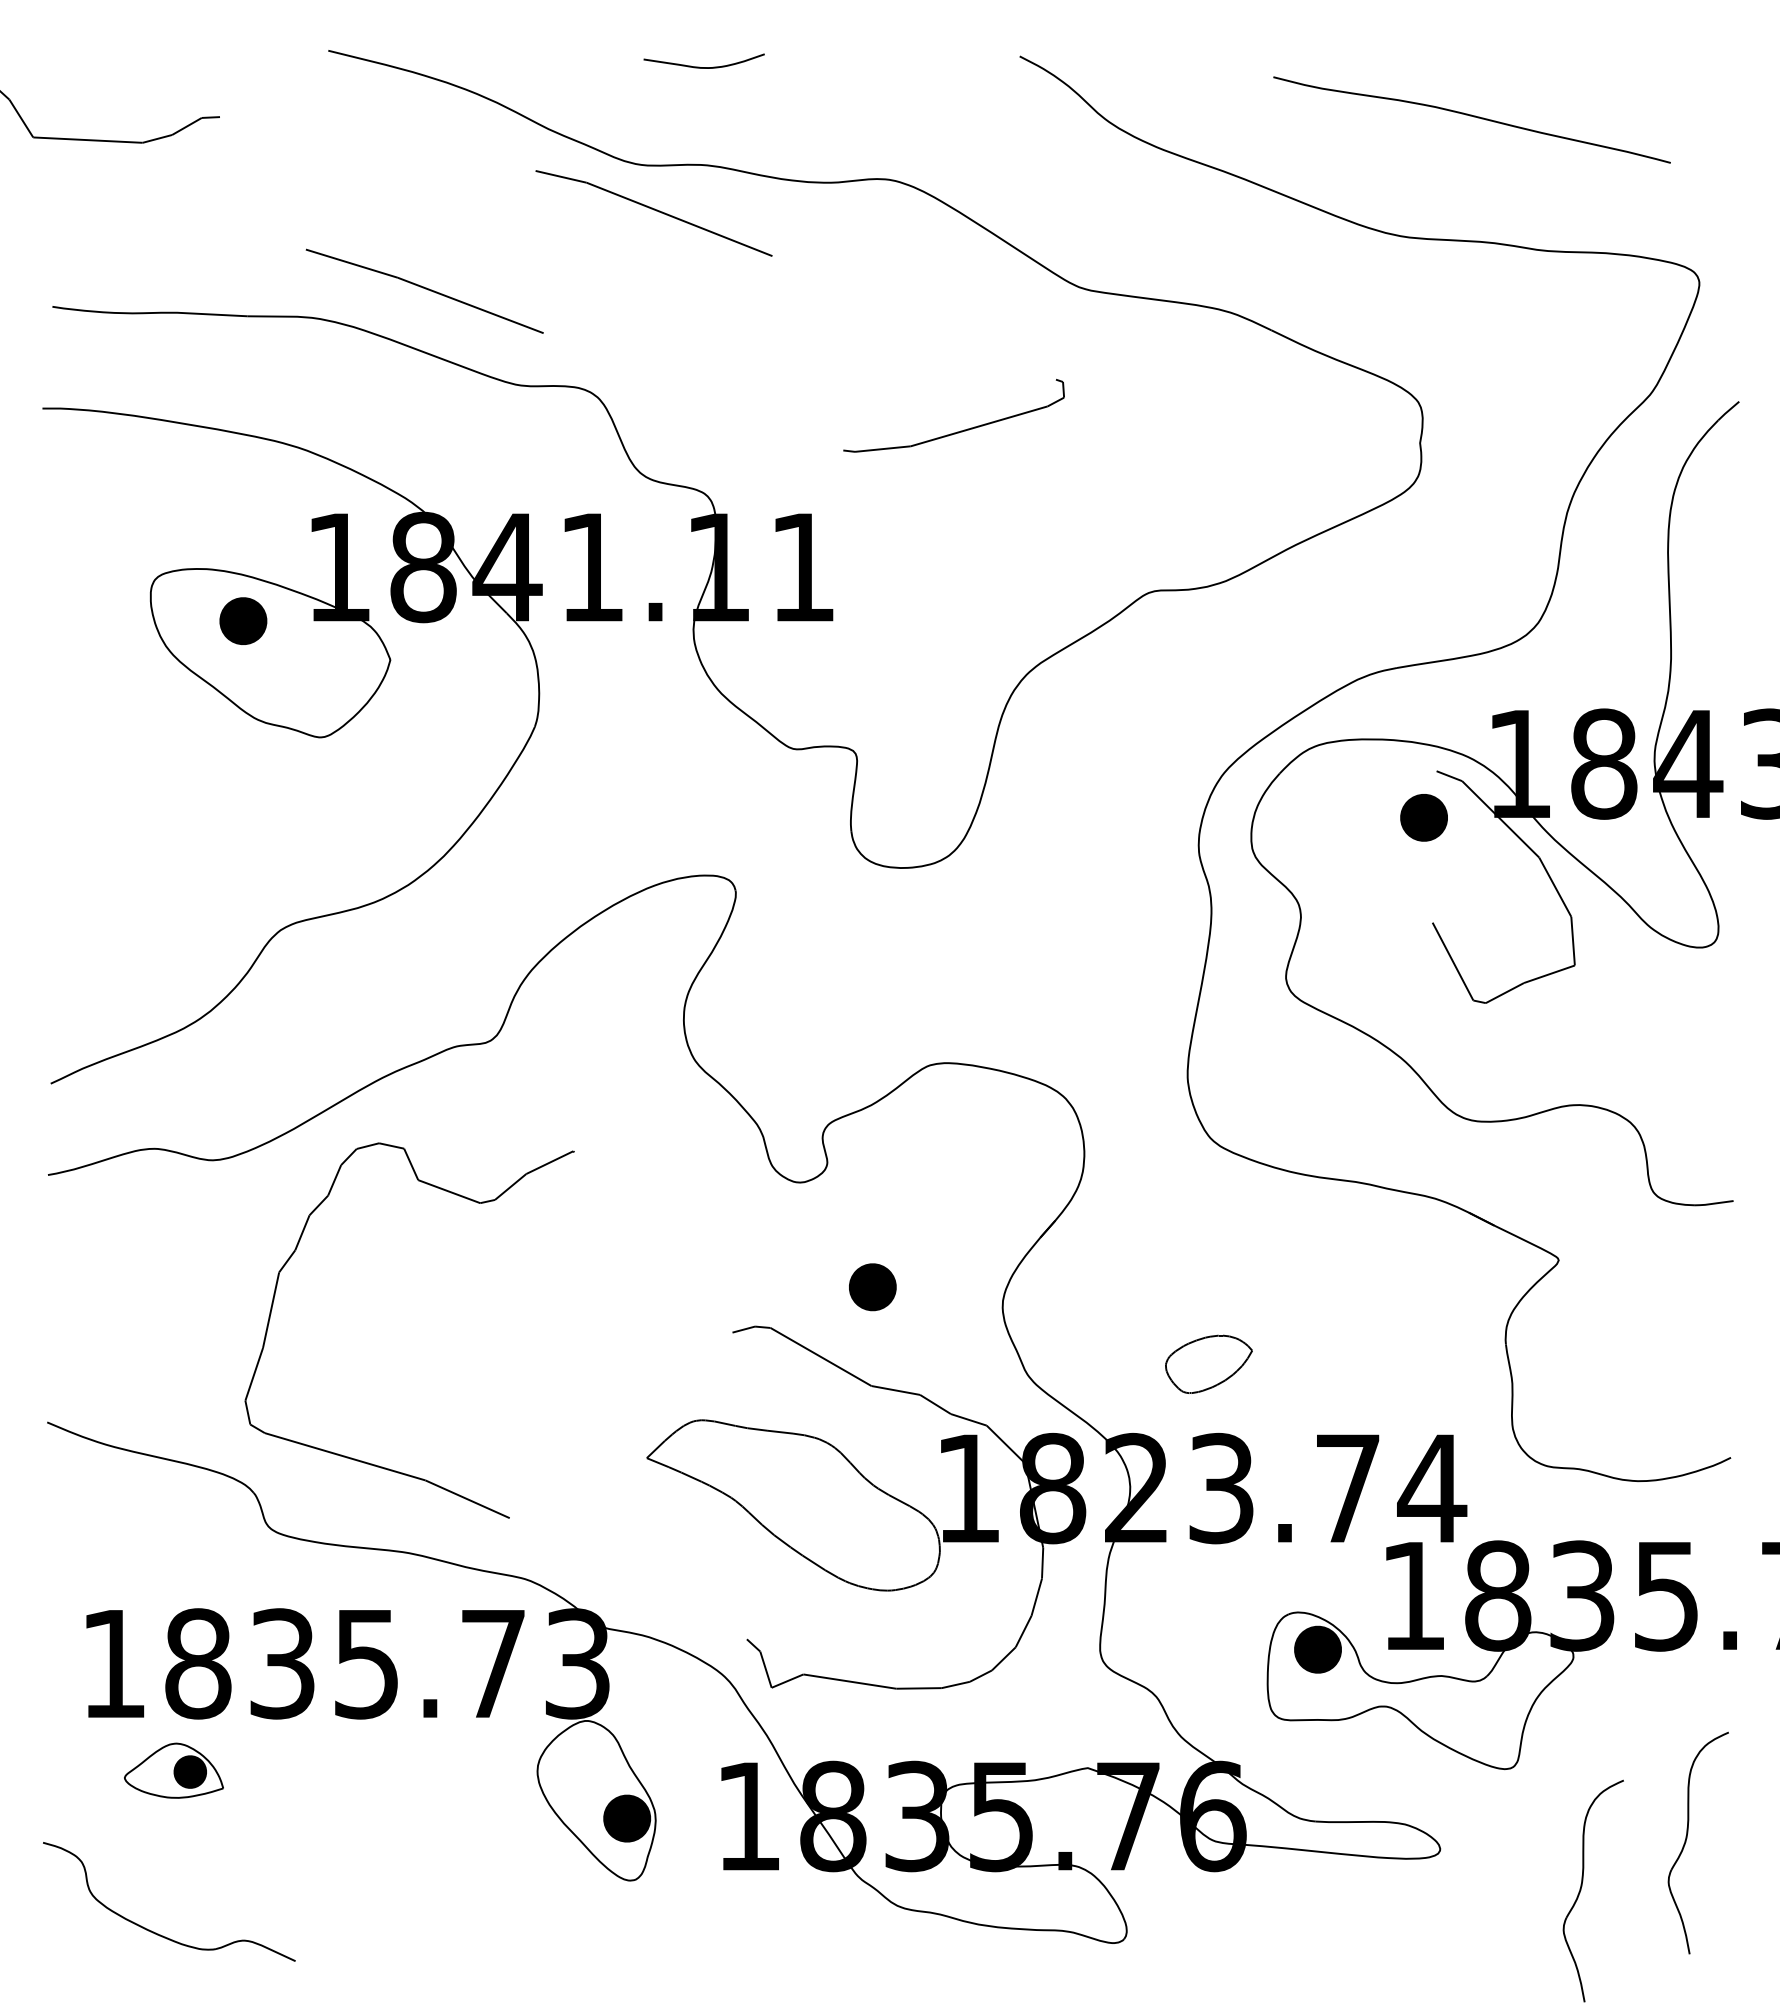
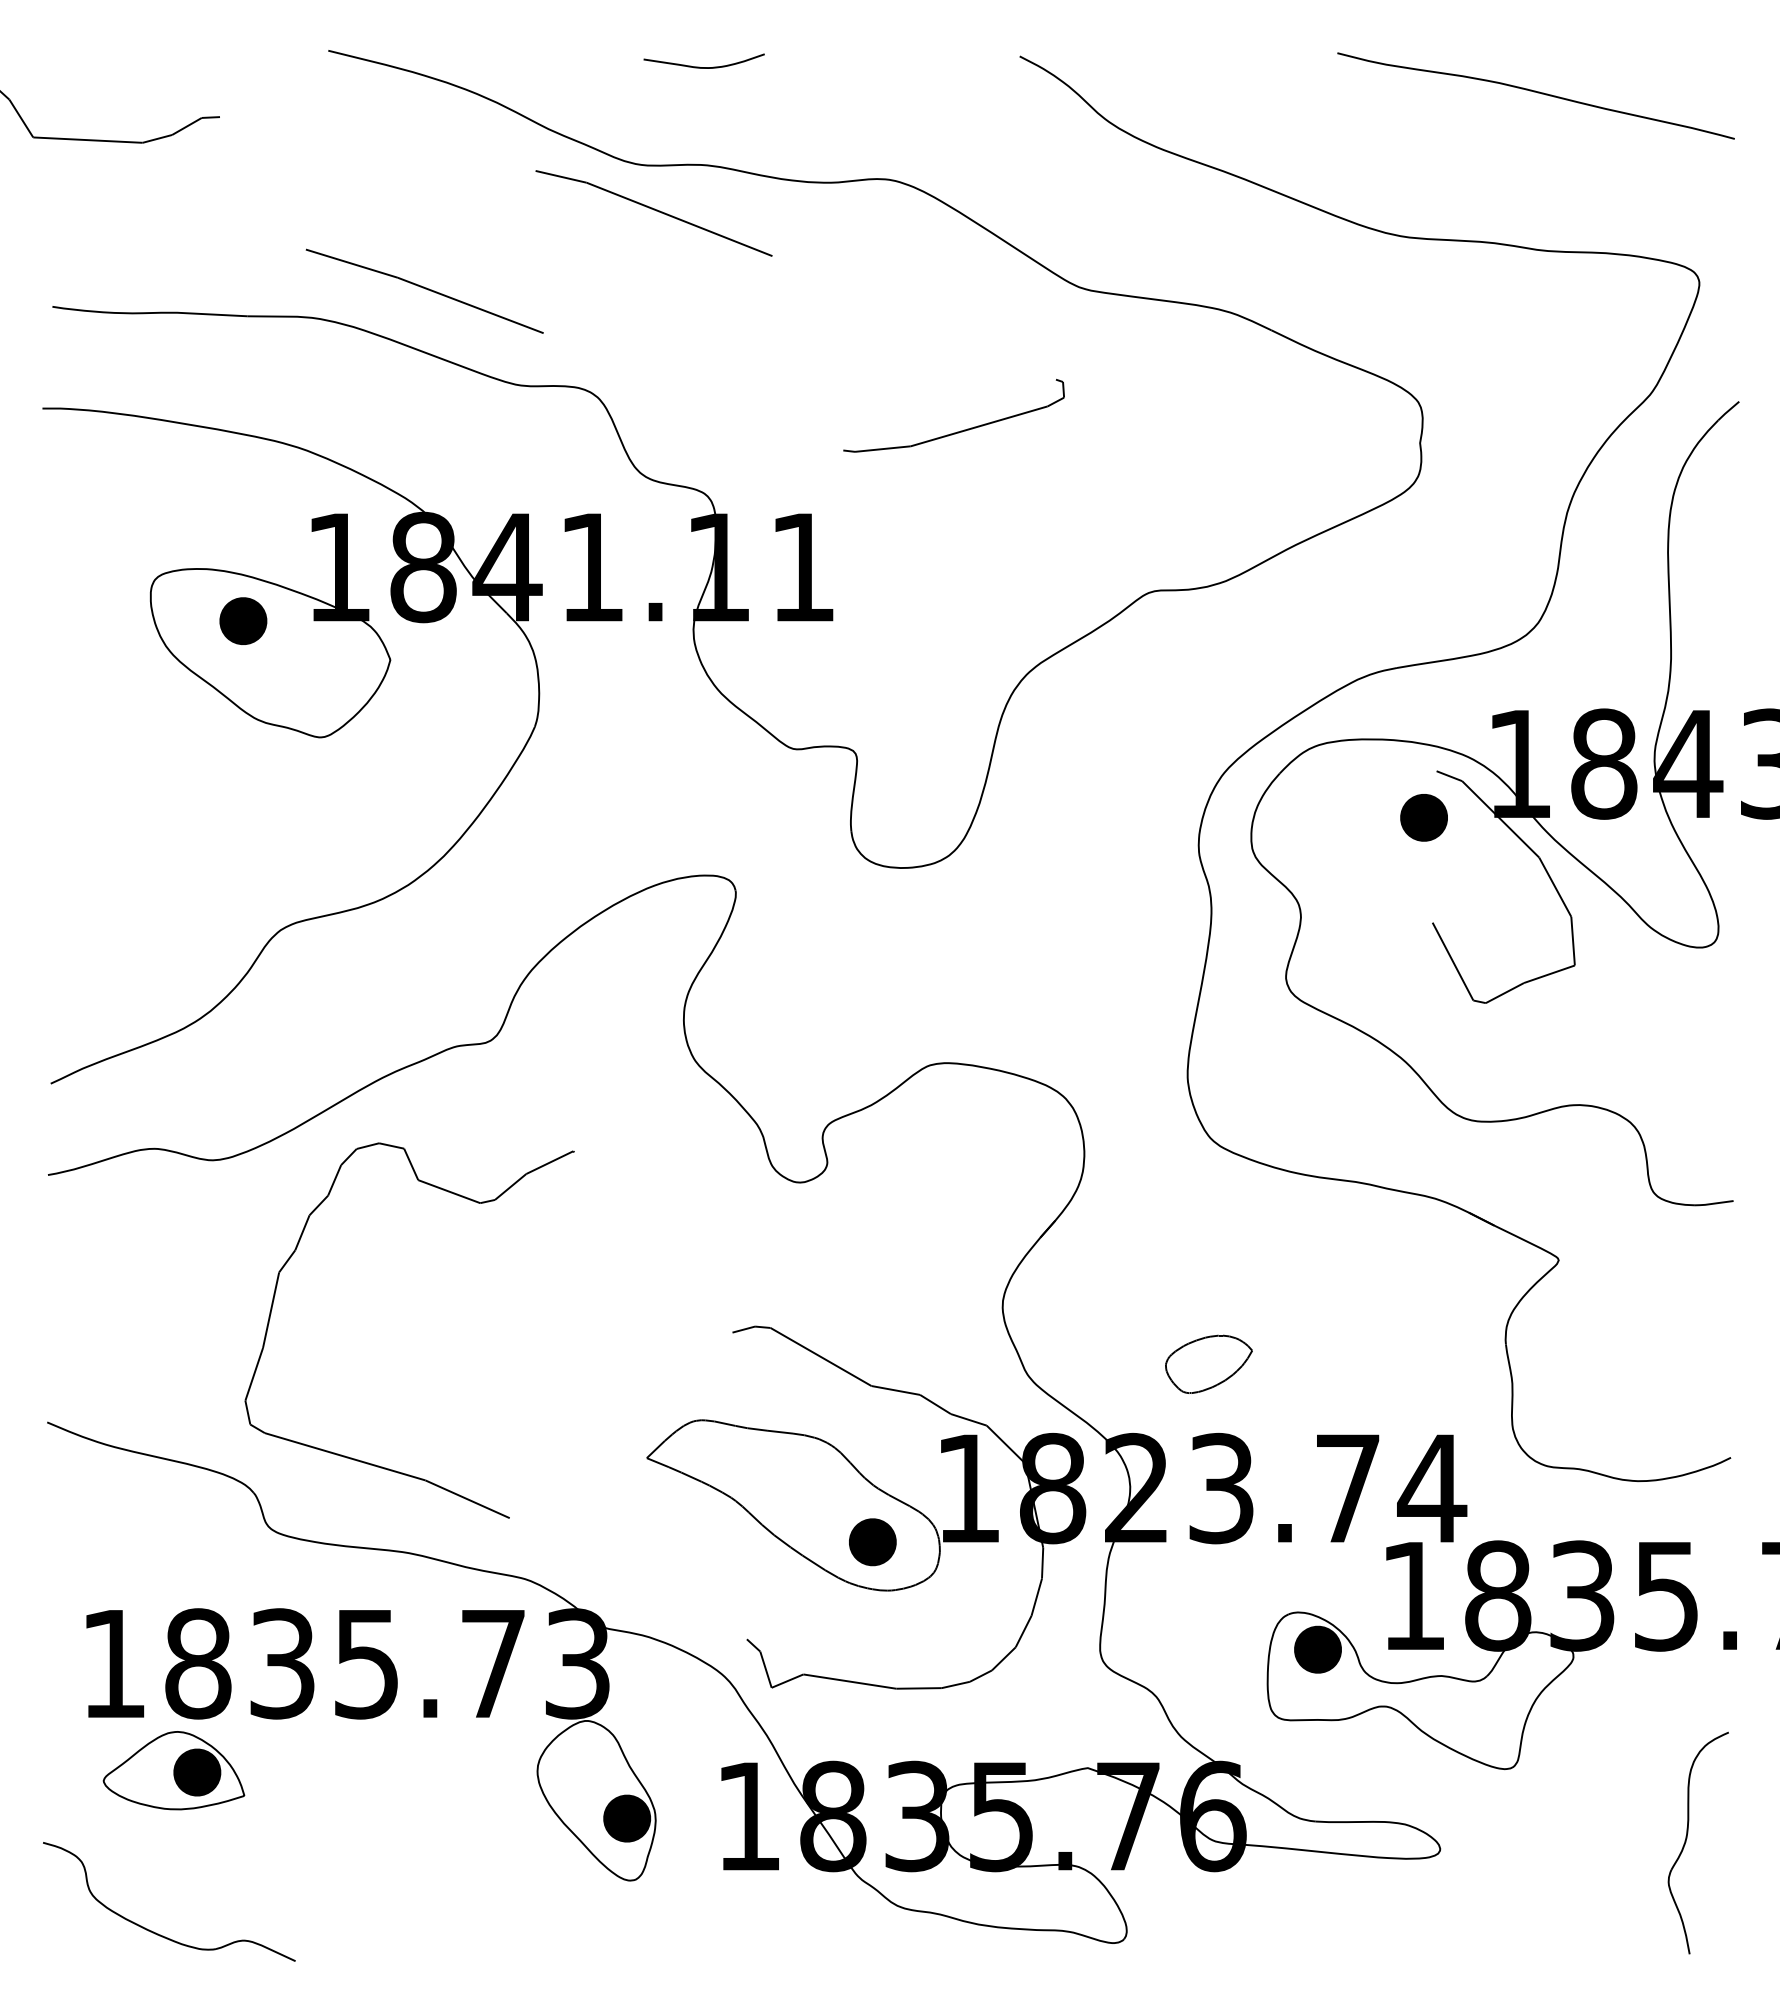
curve at (1473, 117) position: (1473, 117) -> (1537, 93)
part at (872, 1287) position: (872, 1287) -> (872, 1542)
part at (173, 1770) size: 100x57 px -> 144x80 px
part at (1582, 1886): present -> none
